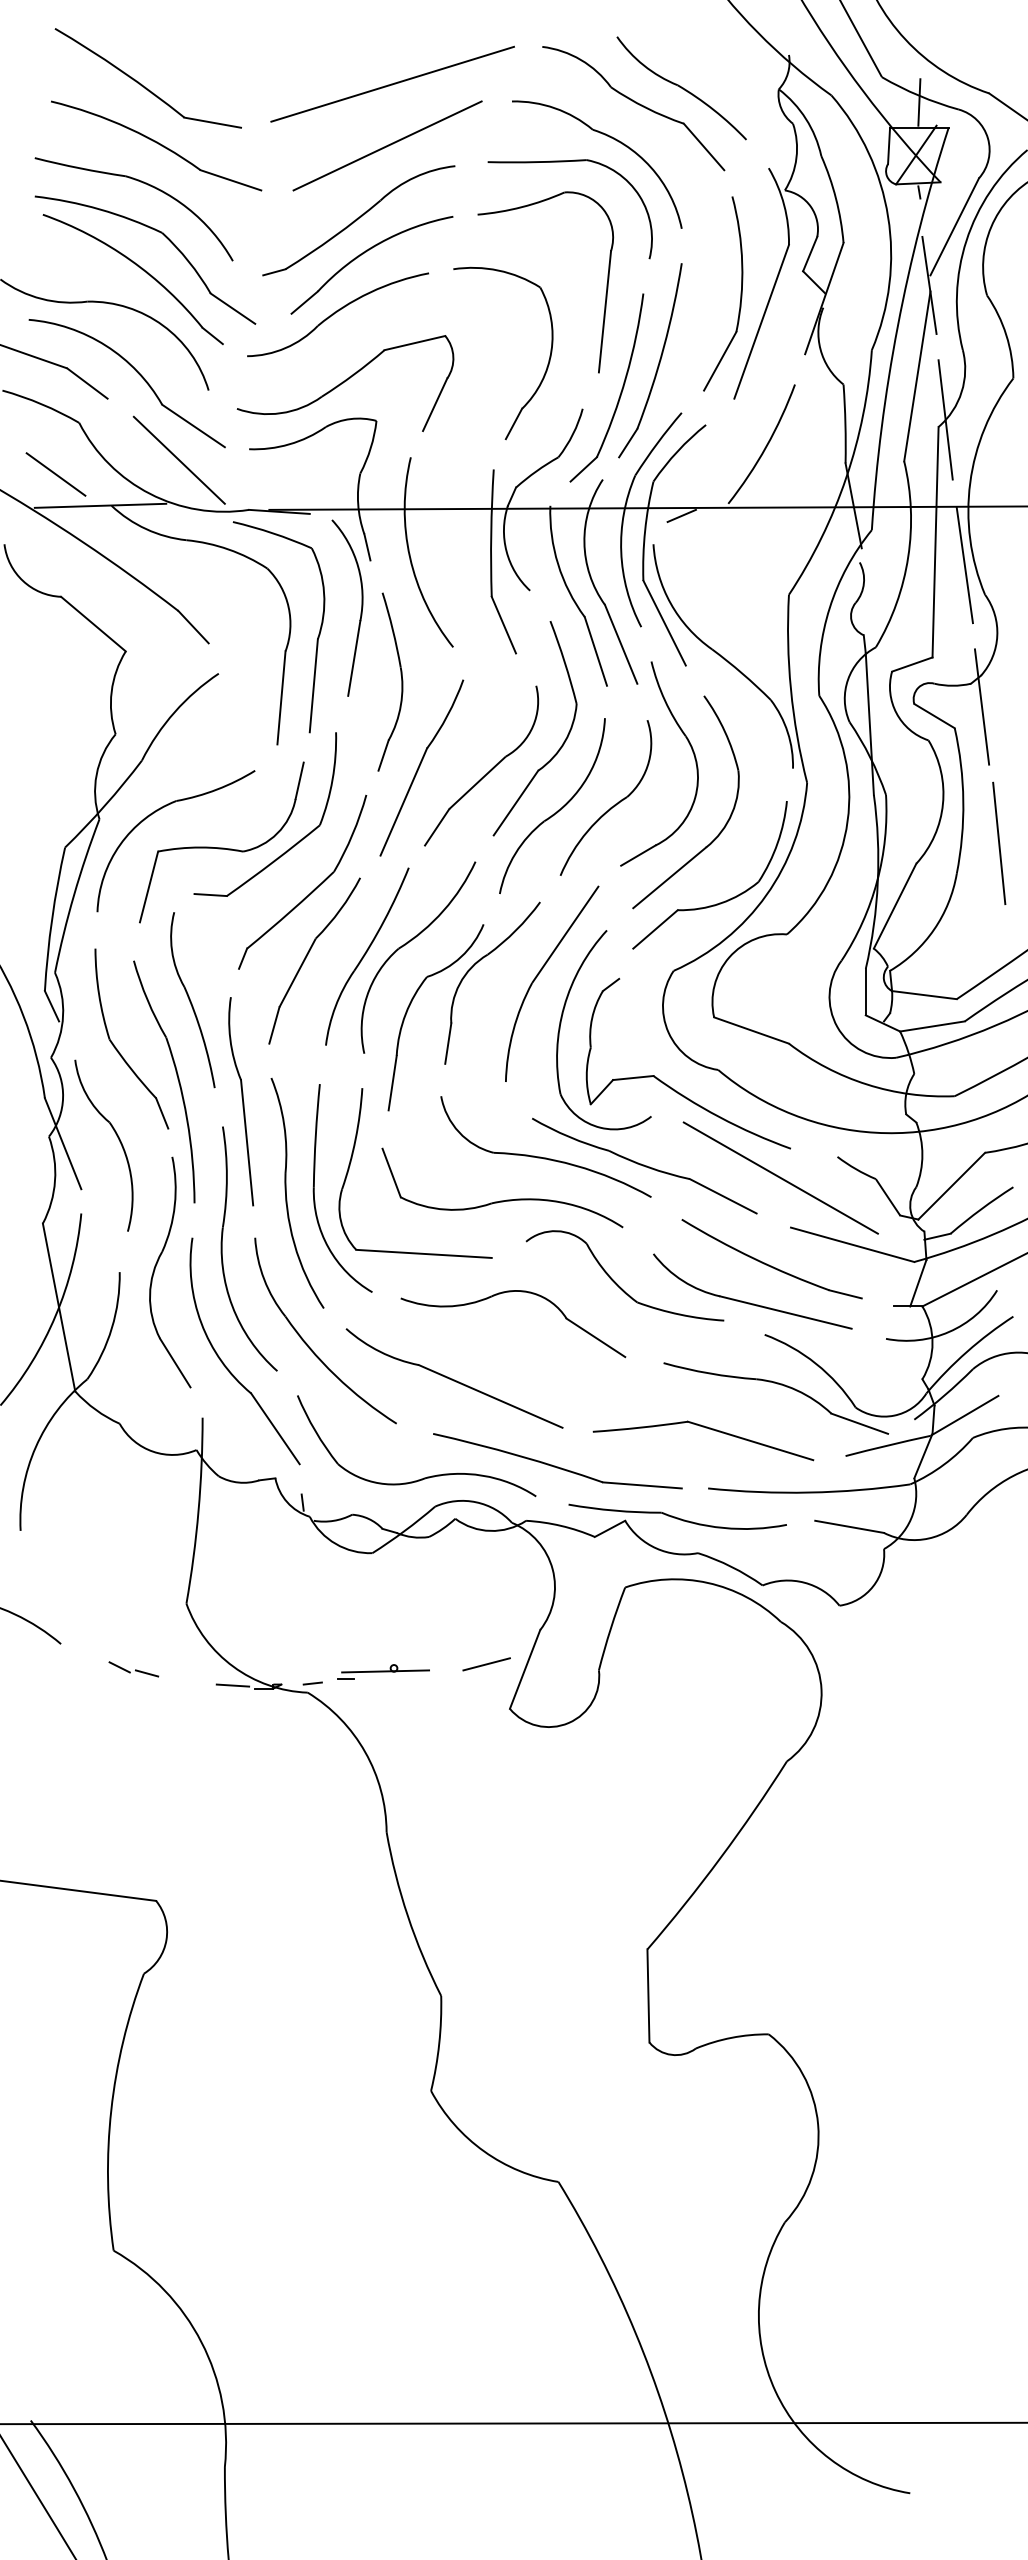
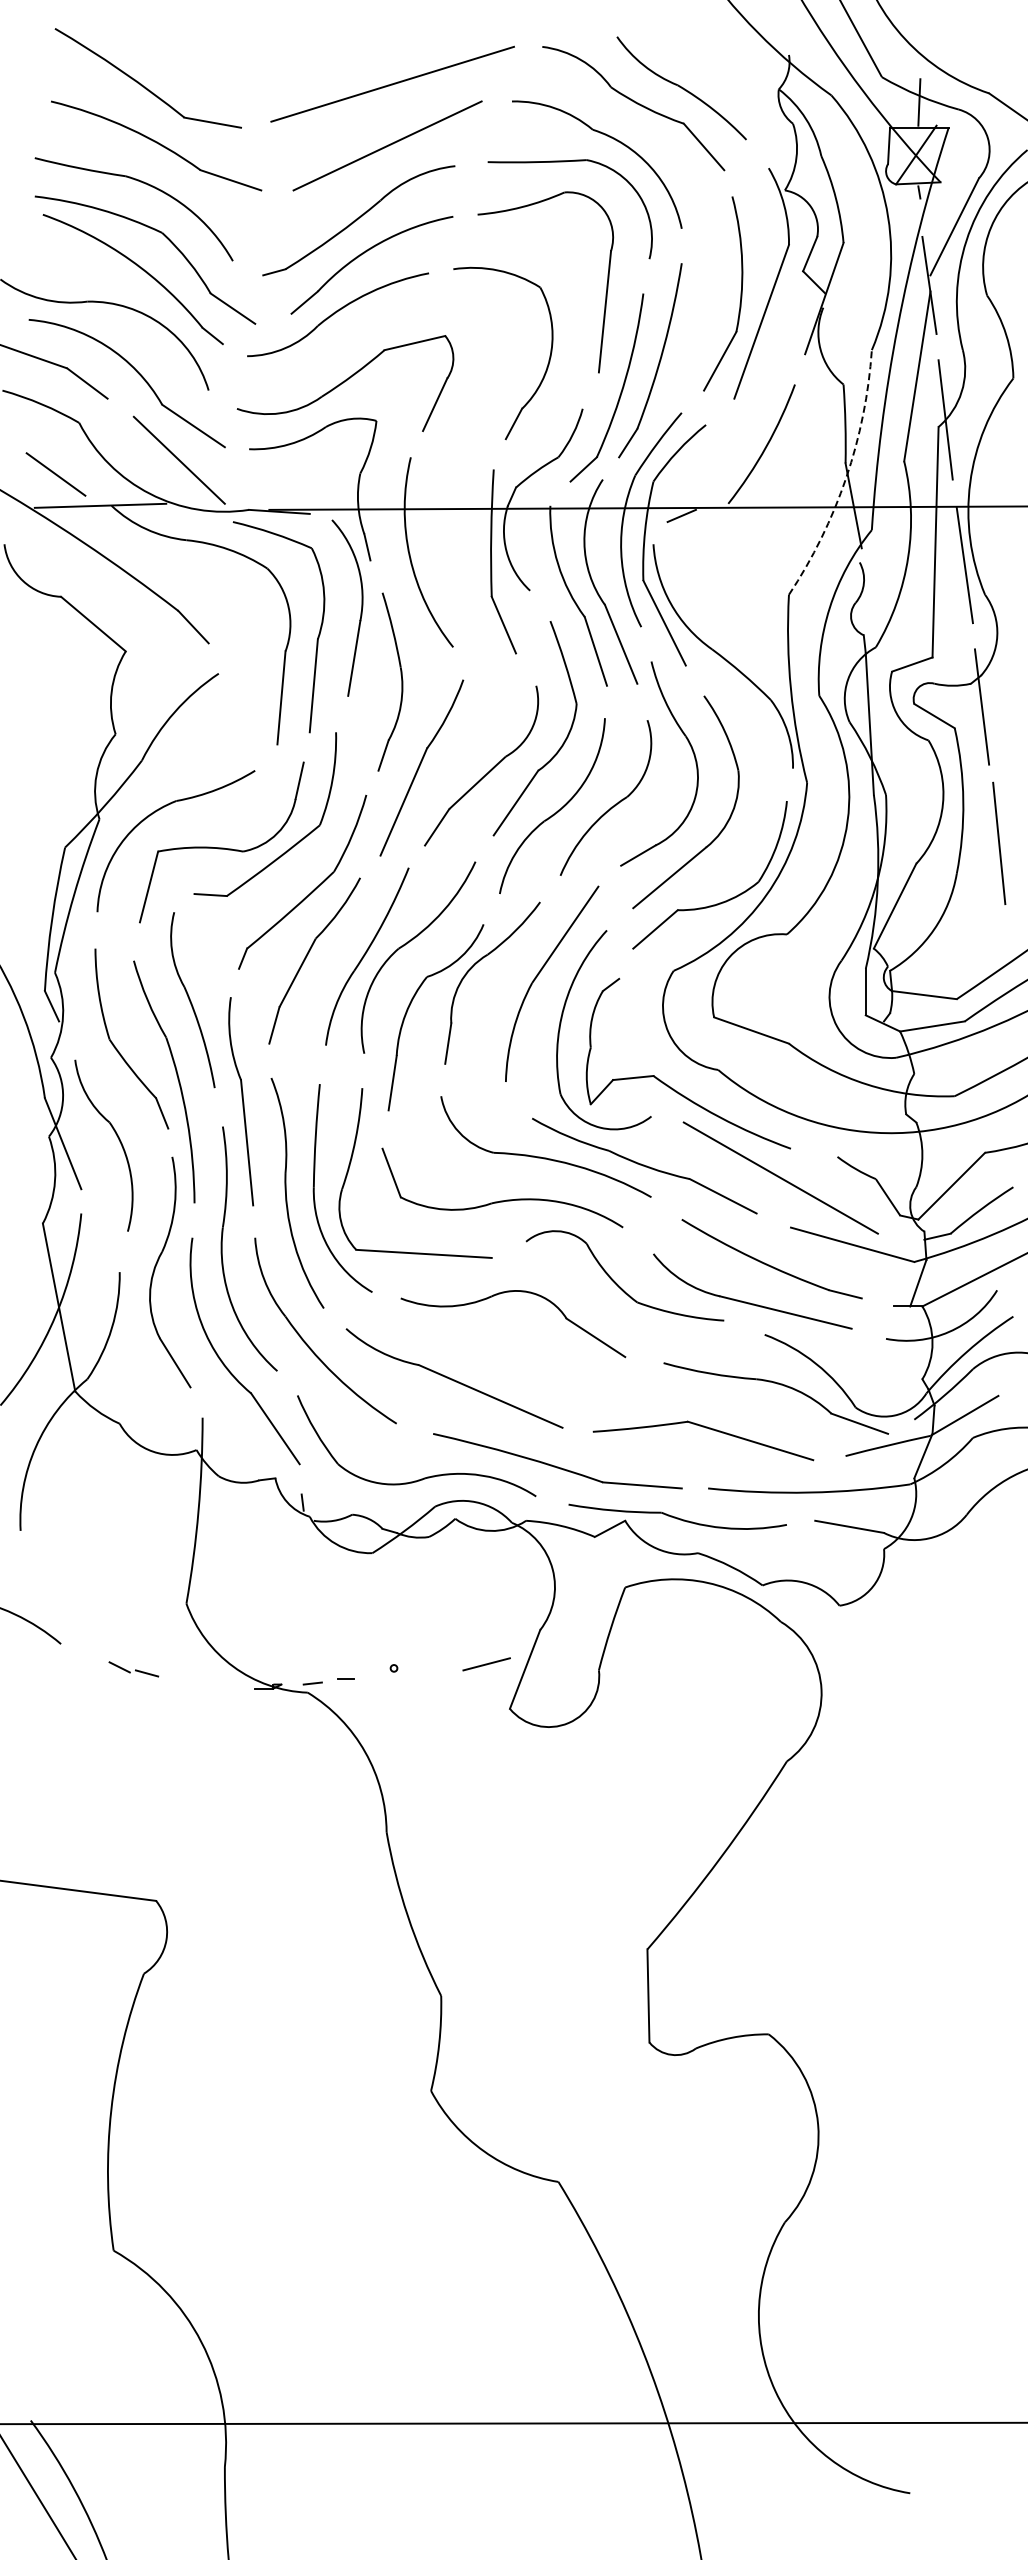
arc at (846, 477): solid -> dashed
line at (385, 1671): present -> none
line at (232, 1685): present -> none
